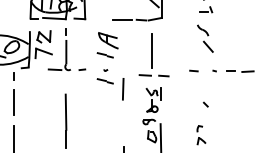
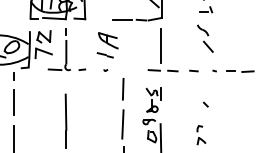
part at (153, 55) position: (153, 55) -> (162, 50)
line at (104, 81): present -> none
line at (122, 124): none -> present
